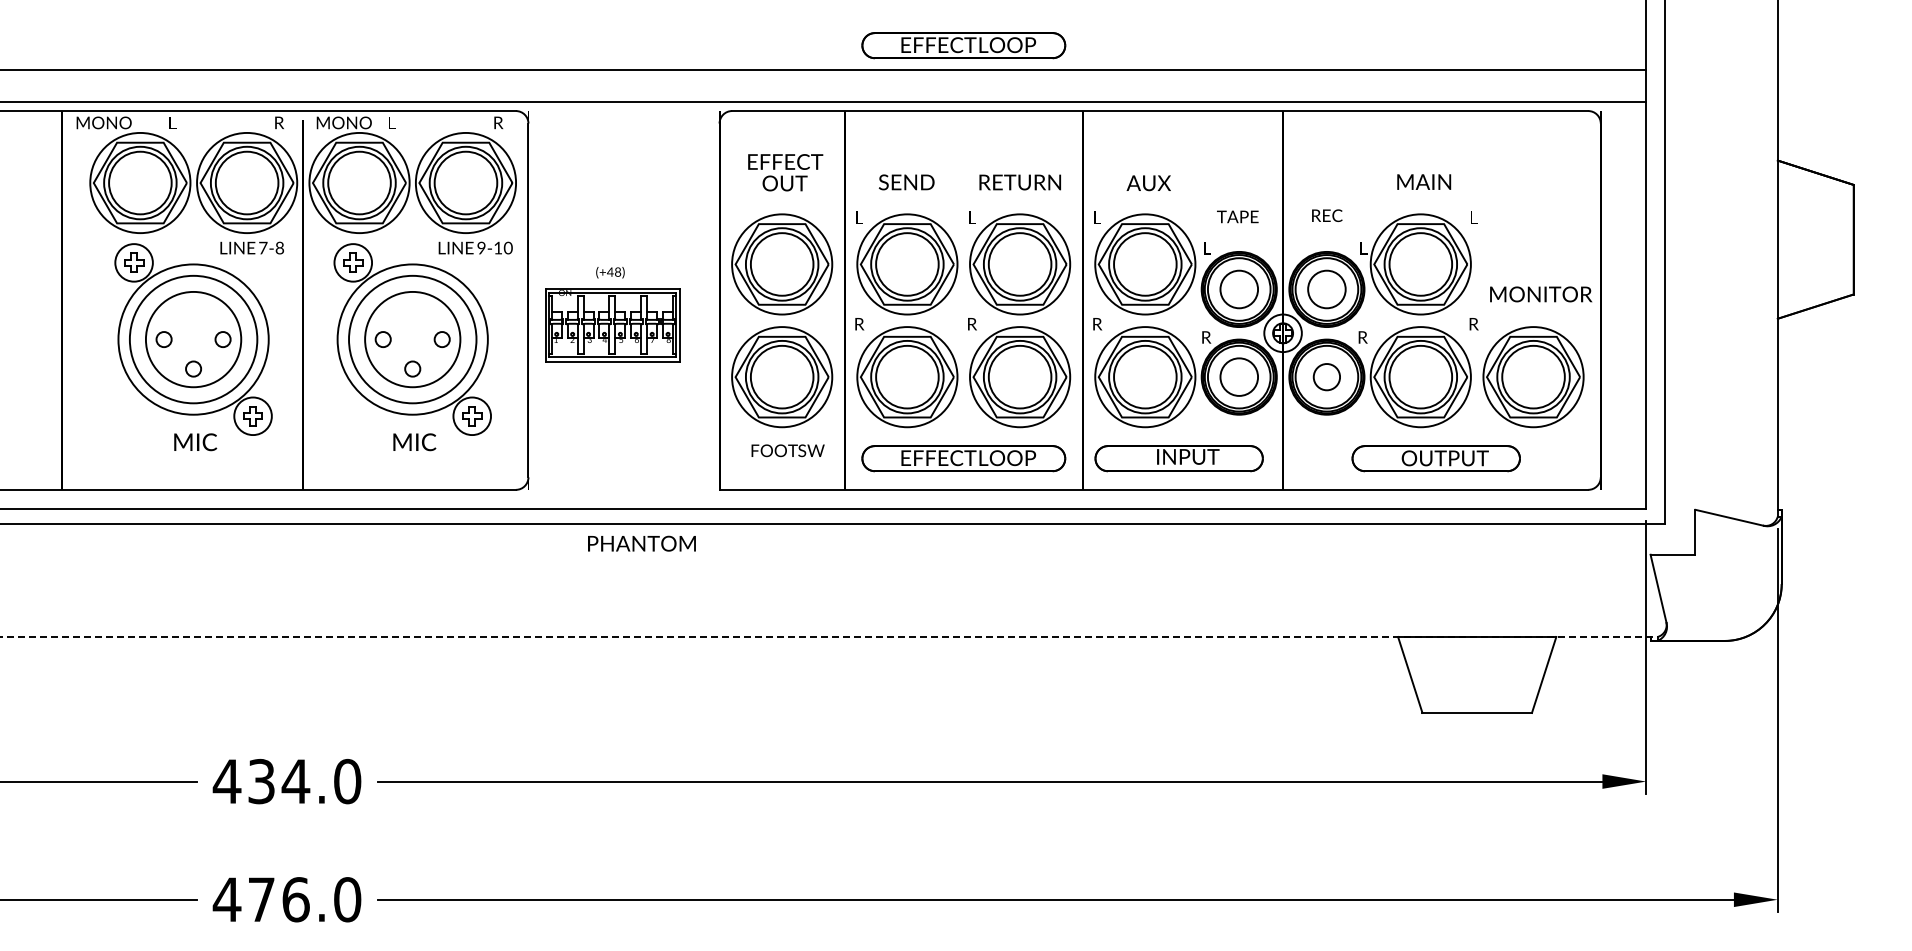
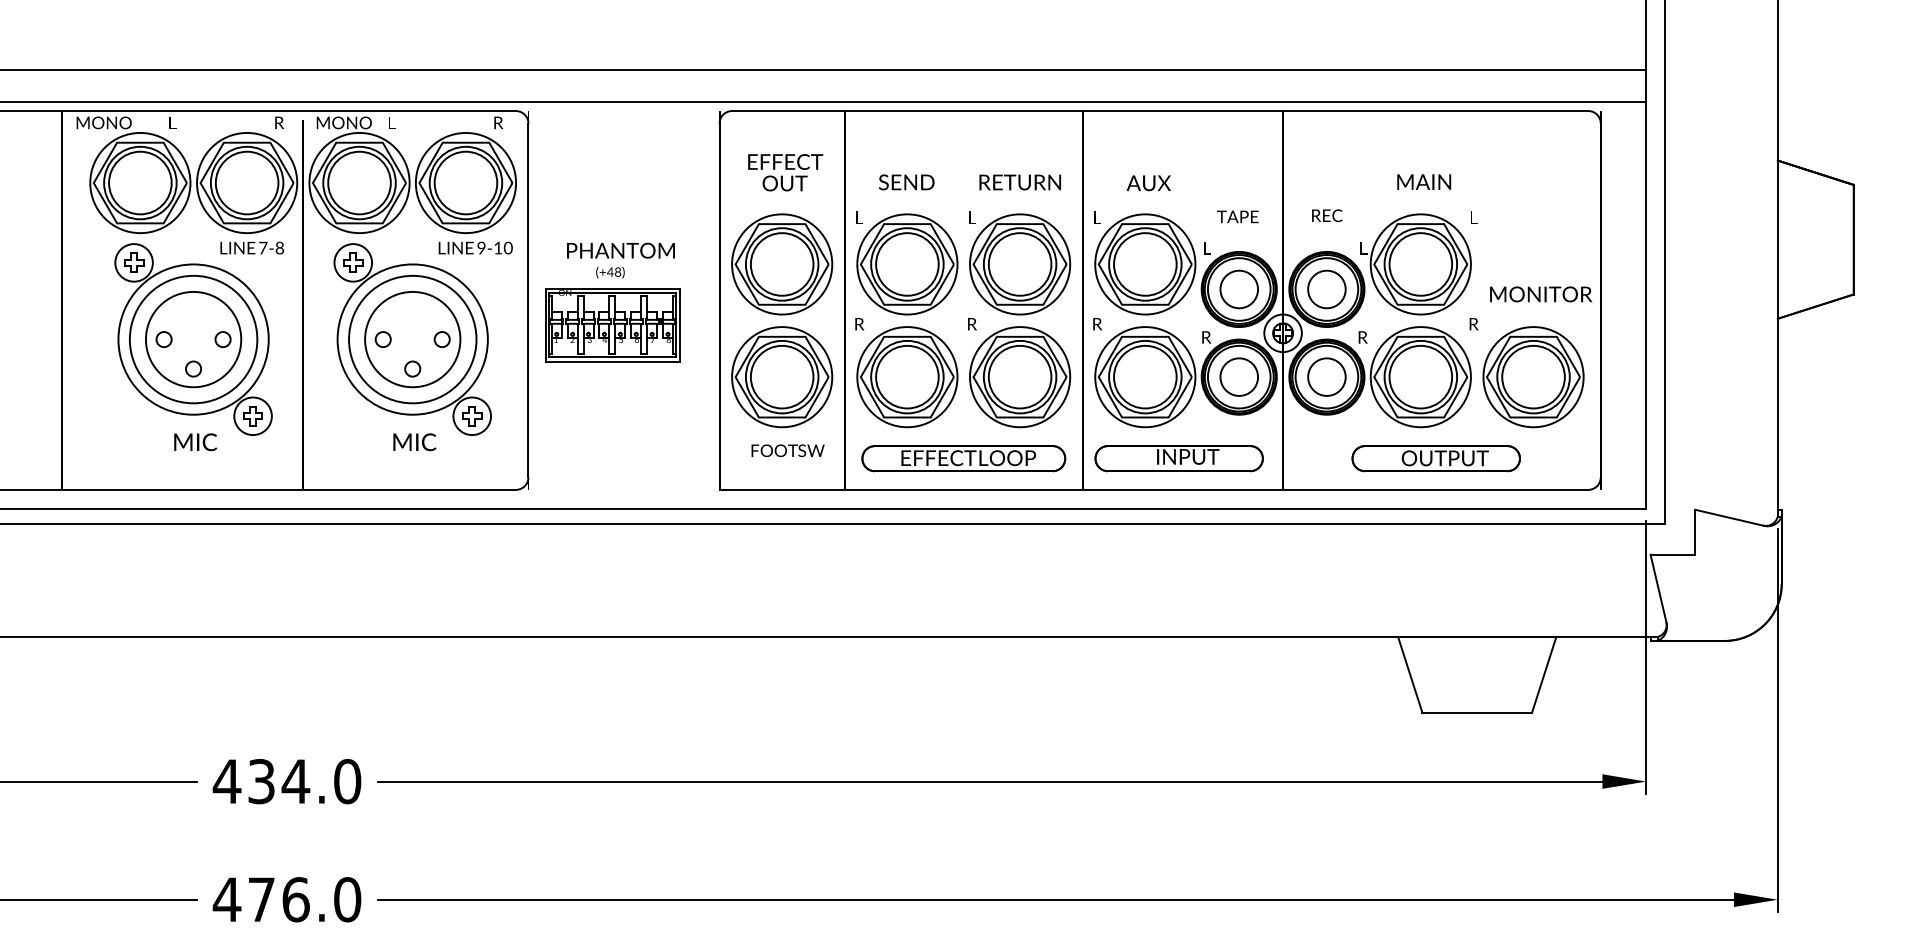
part at (963, 45): present -> none
circle at (1326, 377) diameter: 26 px -> 38 px
text at (641, 543) position: (641, 543) -> (620, 250)
line at (828, 637): dashed -> solid
